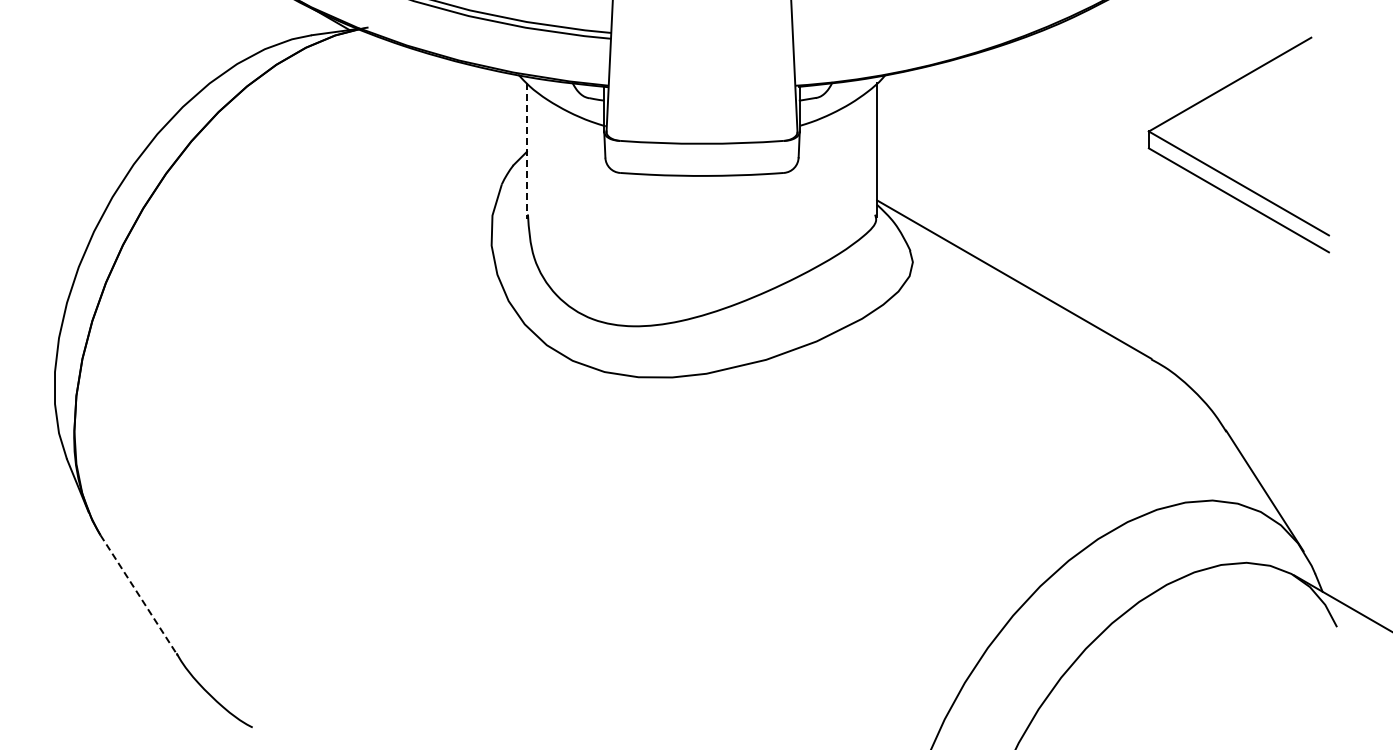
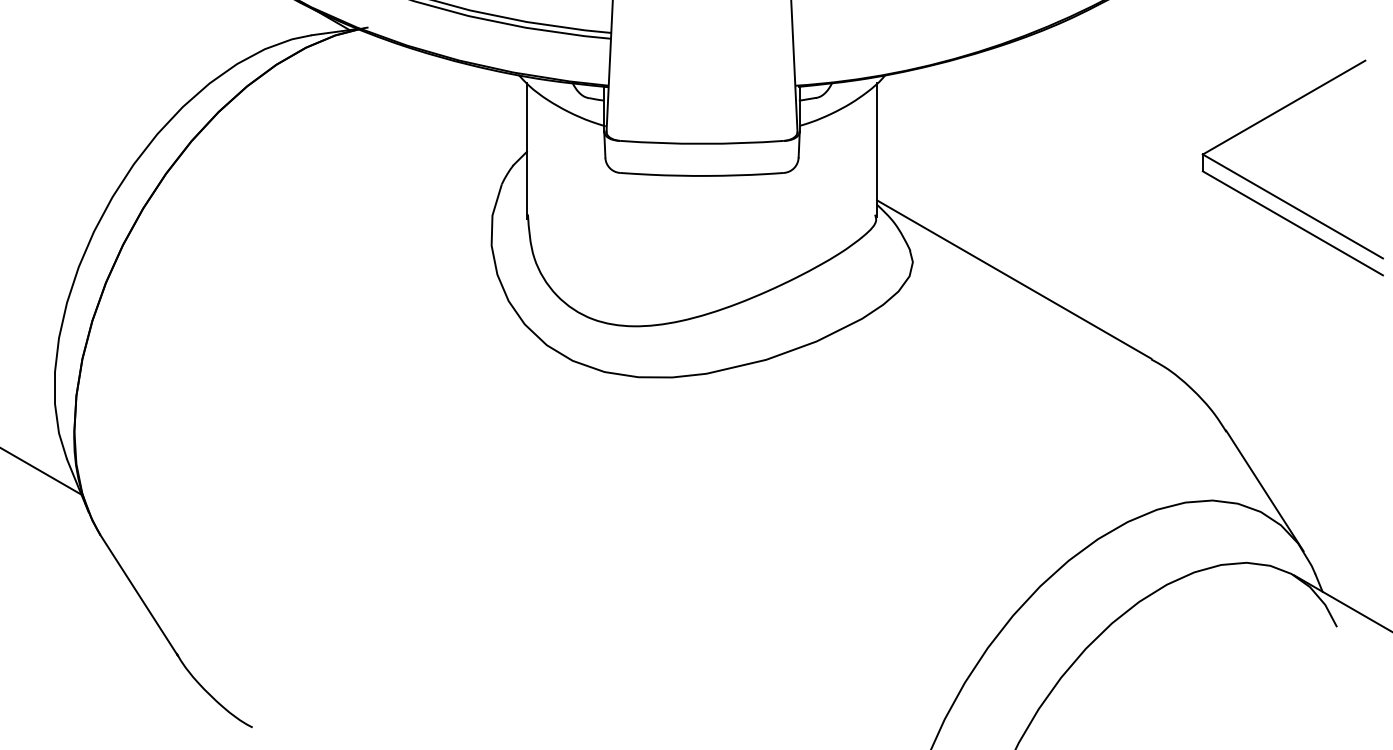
line at (526, 151): dashed -> solid
part at (1222, 172) position: (1222, 172) -> (1276, 195)
line at (41, 471): none -> present
line at (139, 595): dashed -> solid
